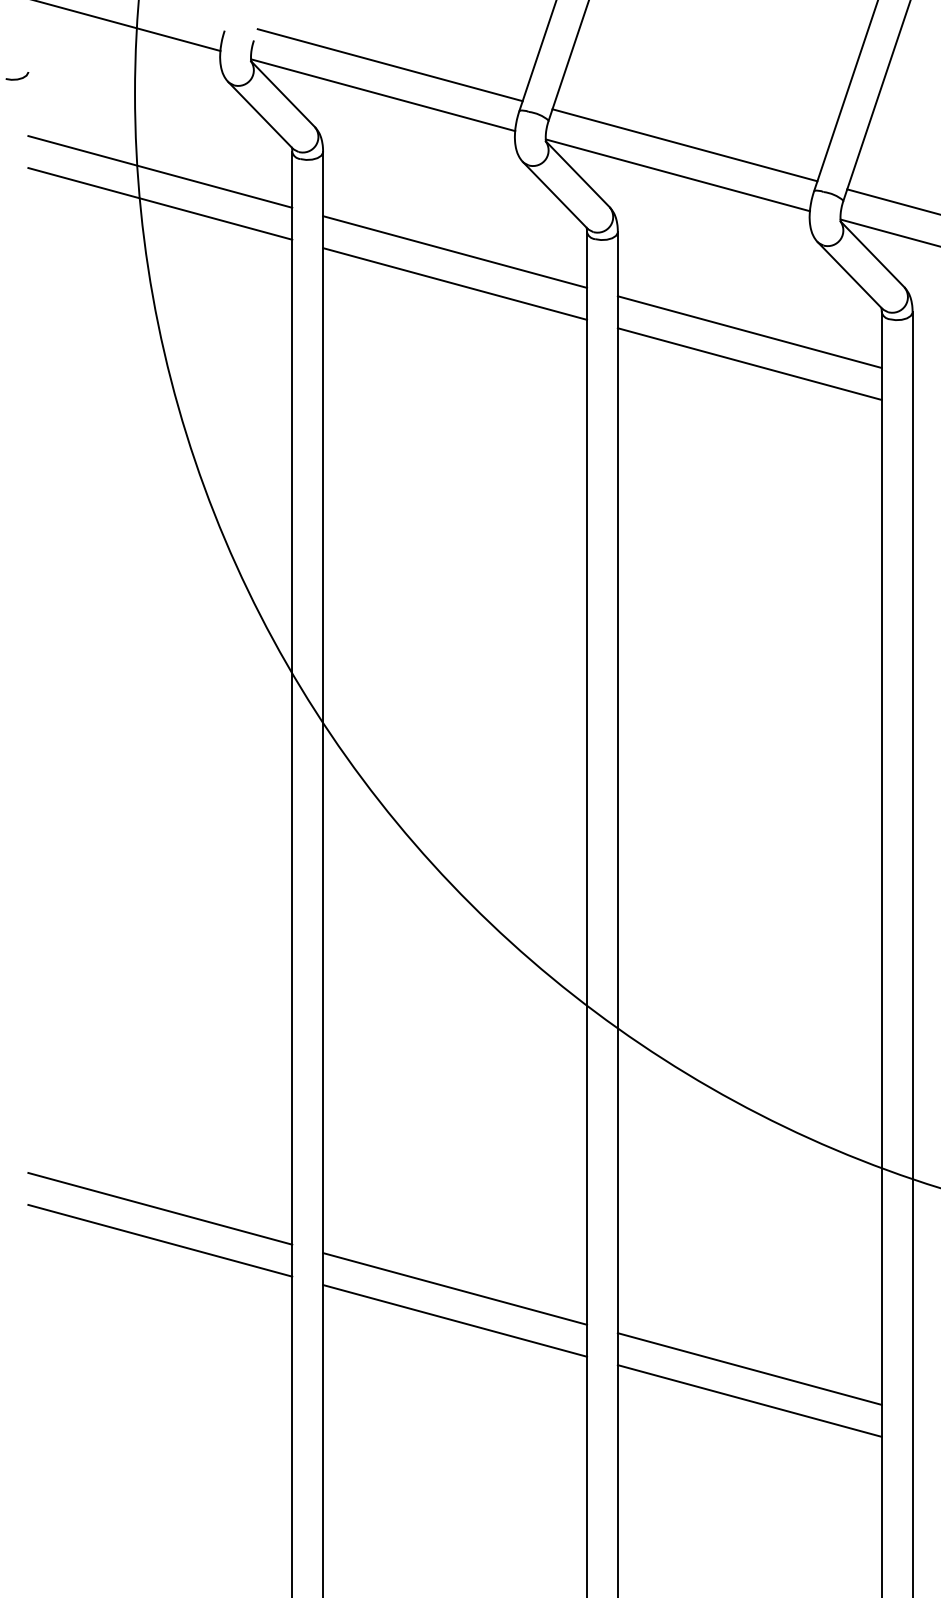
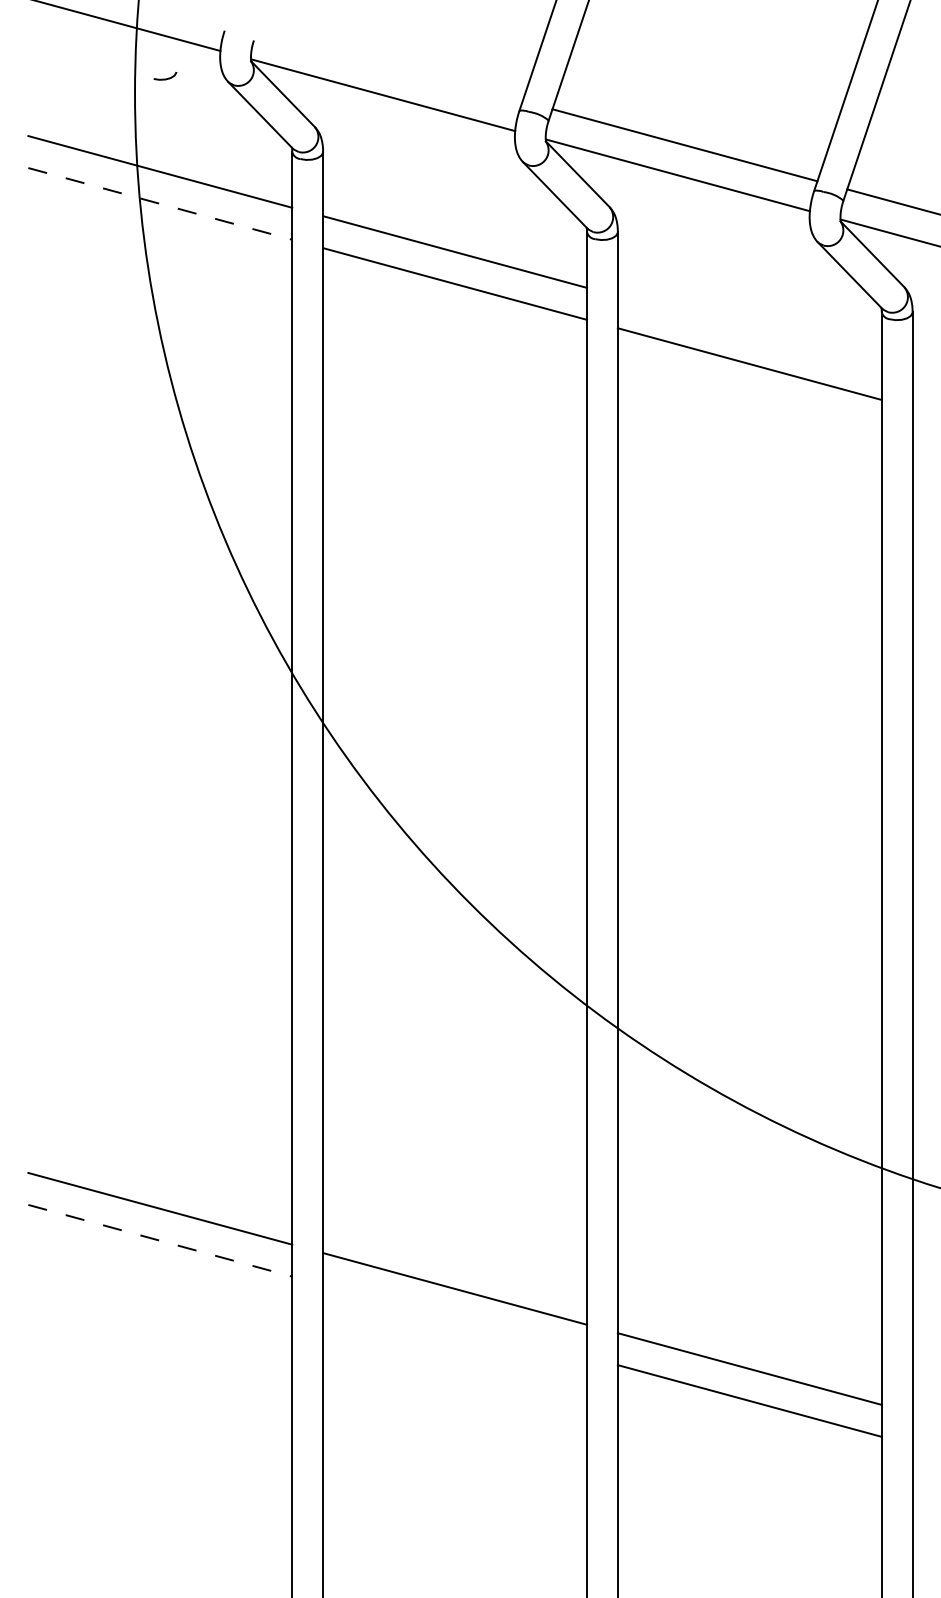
line at (389, 65): present -> none
curve at (17, 78) position: (17, 78) -> (165, 78)
line at (160, 203): solid -> dashed
line at (749, 332): present -> none
line at (160, 1240): solid -> dashed
line at (455, 1320): present -> none
